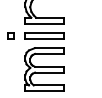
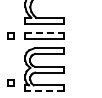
line at (45, 32): solid -> dashed
part at (10, 82): none -> present
line at (44, 91): solid -> dashed
